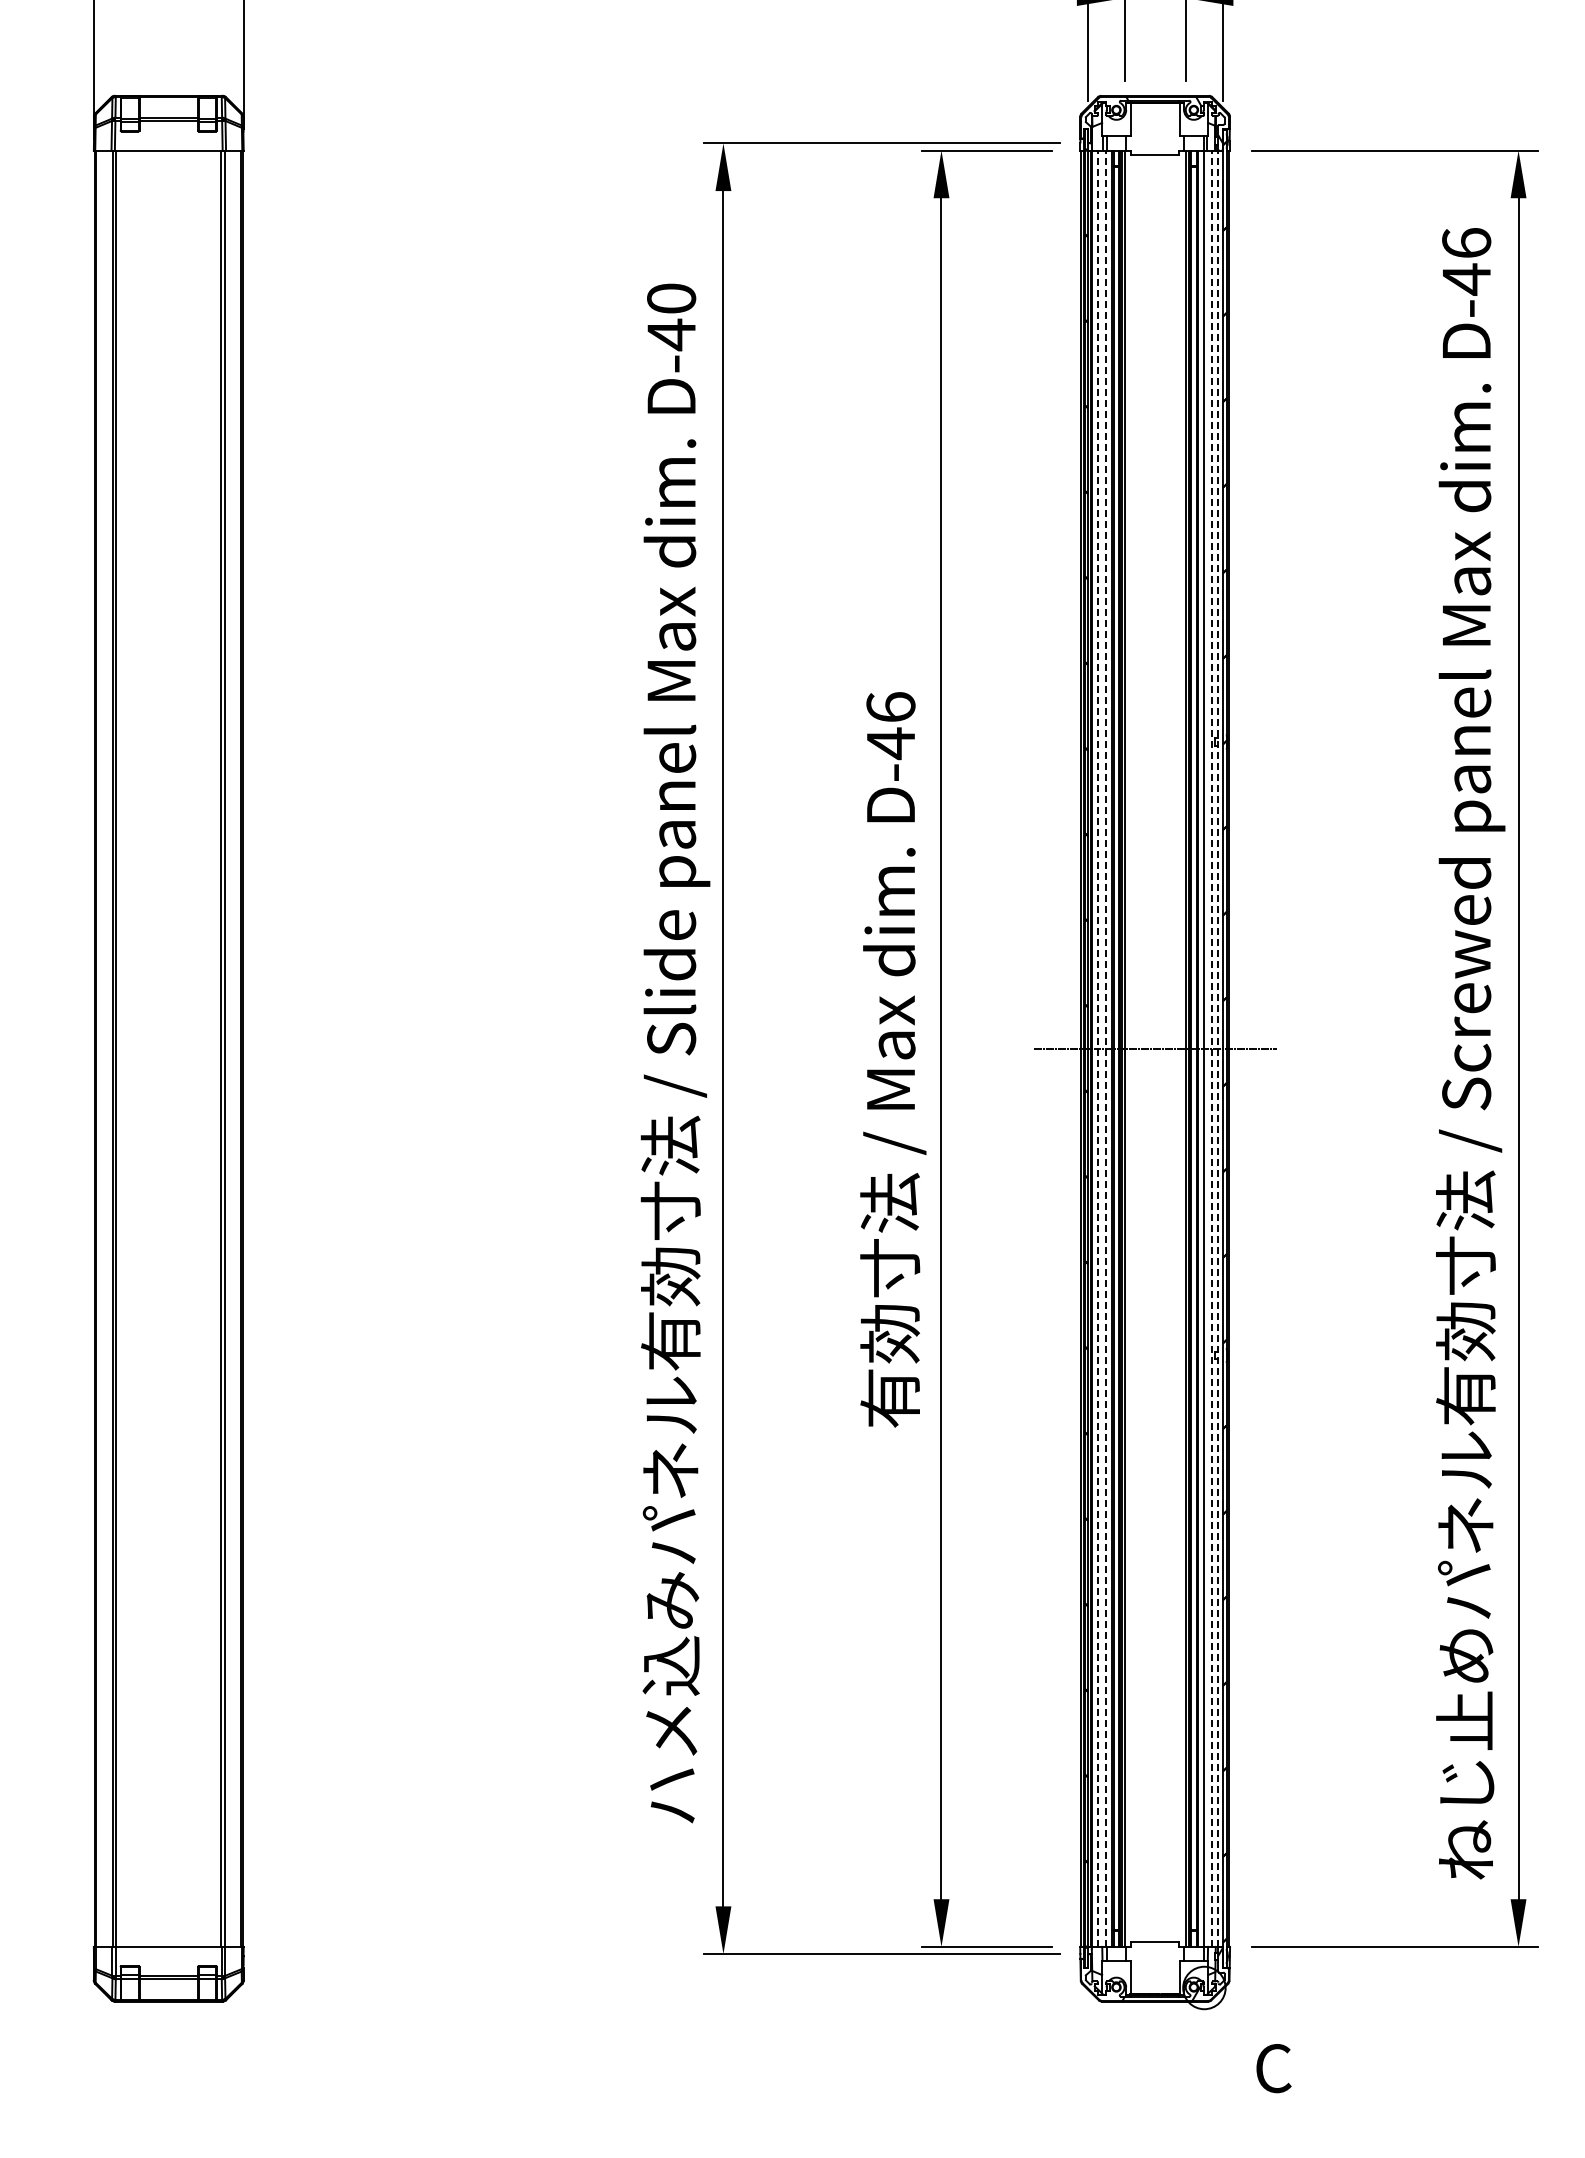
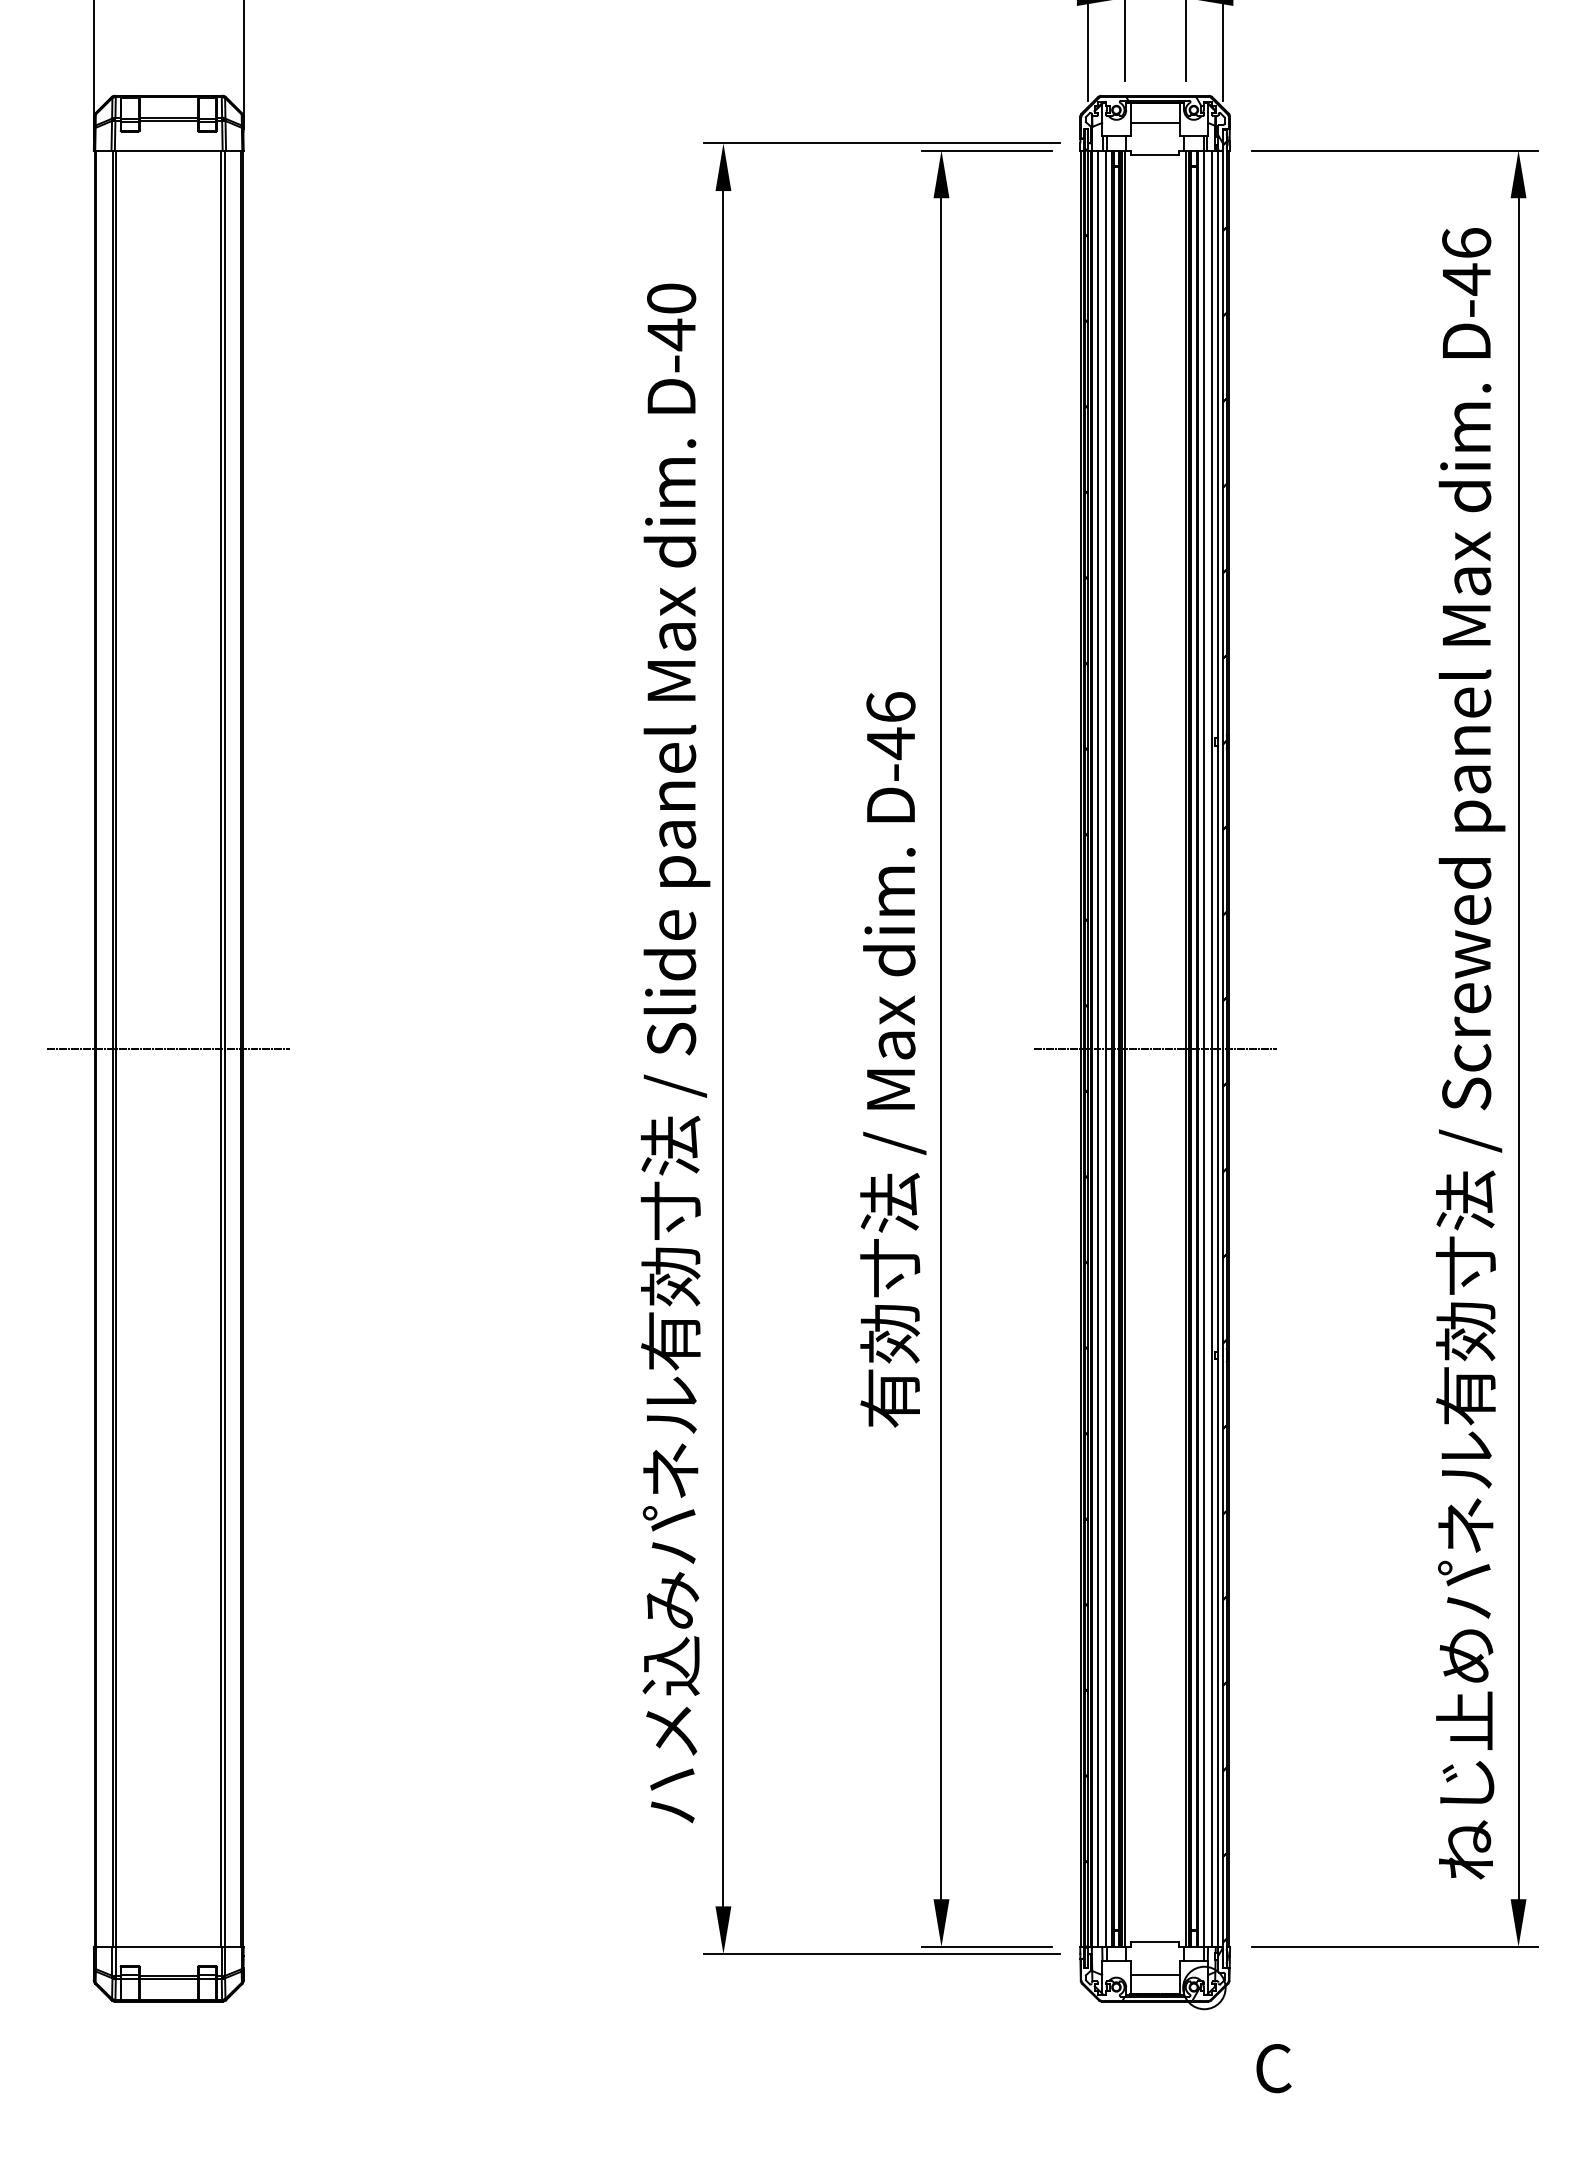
line at (1154, 122): none -> present
line at (168, 1048): none -> present
line at (1098, 1048): dashed -> solid
line at (1106, 1048): dashed -> solid
line at (1212, 1048): dashed -> solid
line at (1218, 1048): dashed -> solid
line at (1154, 1975): none -> present
